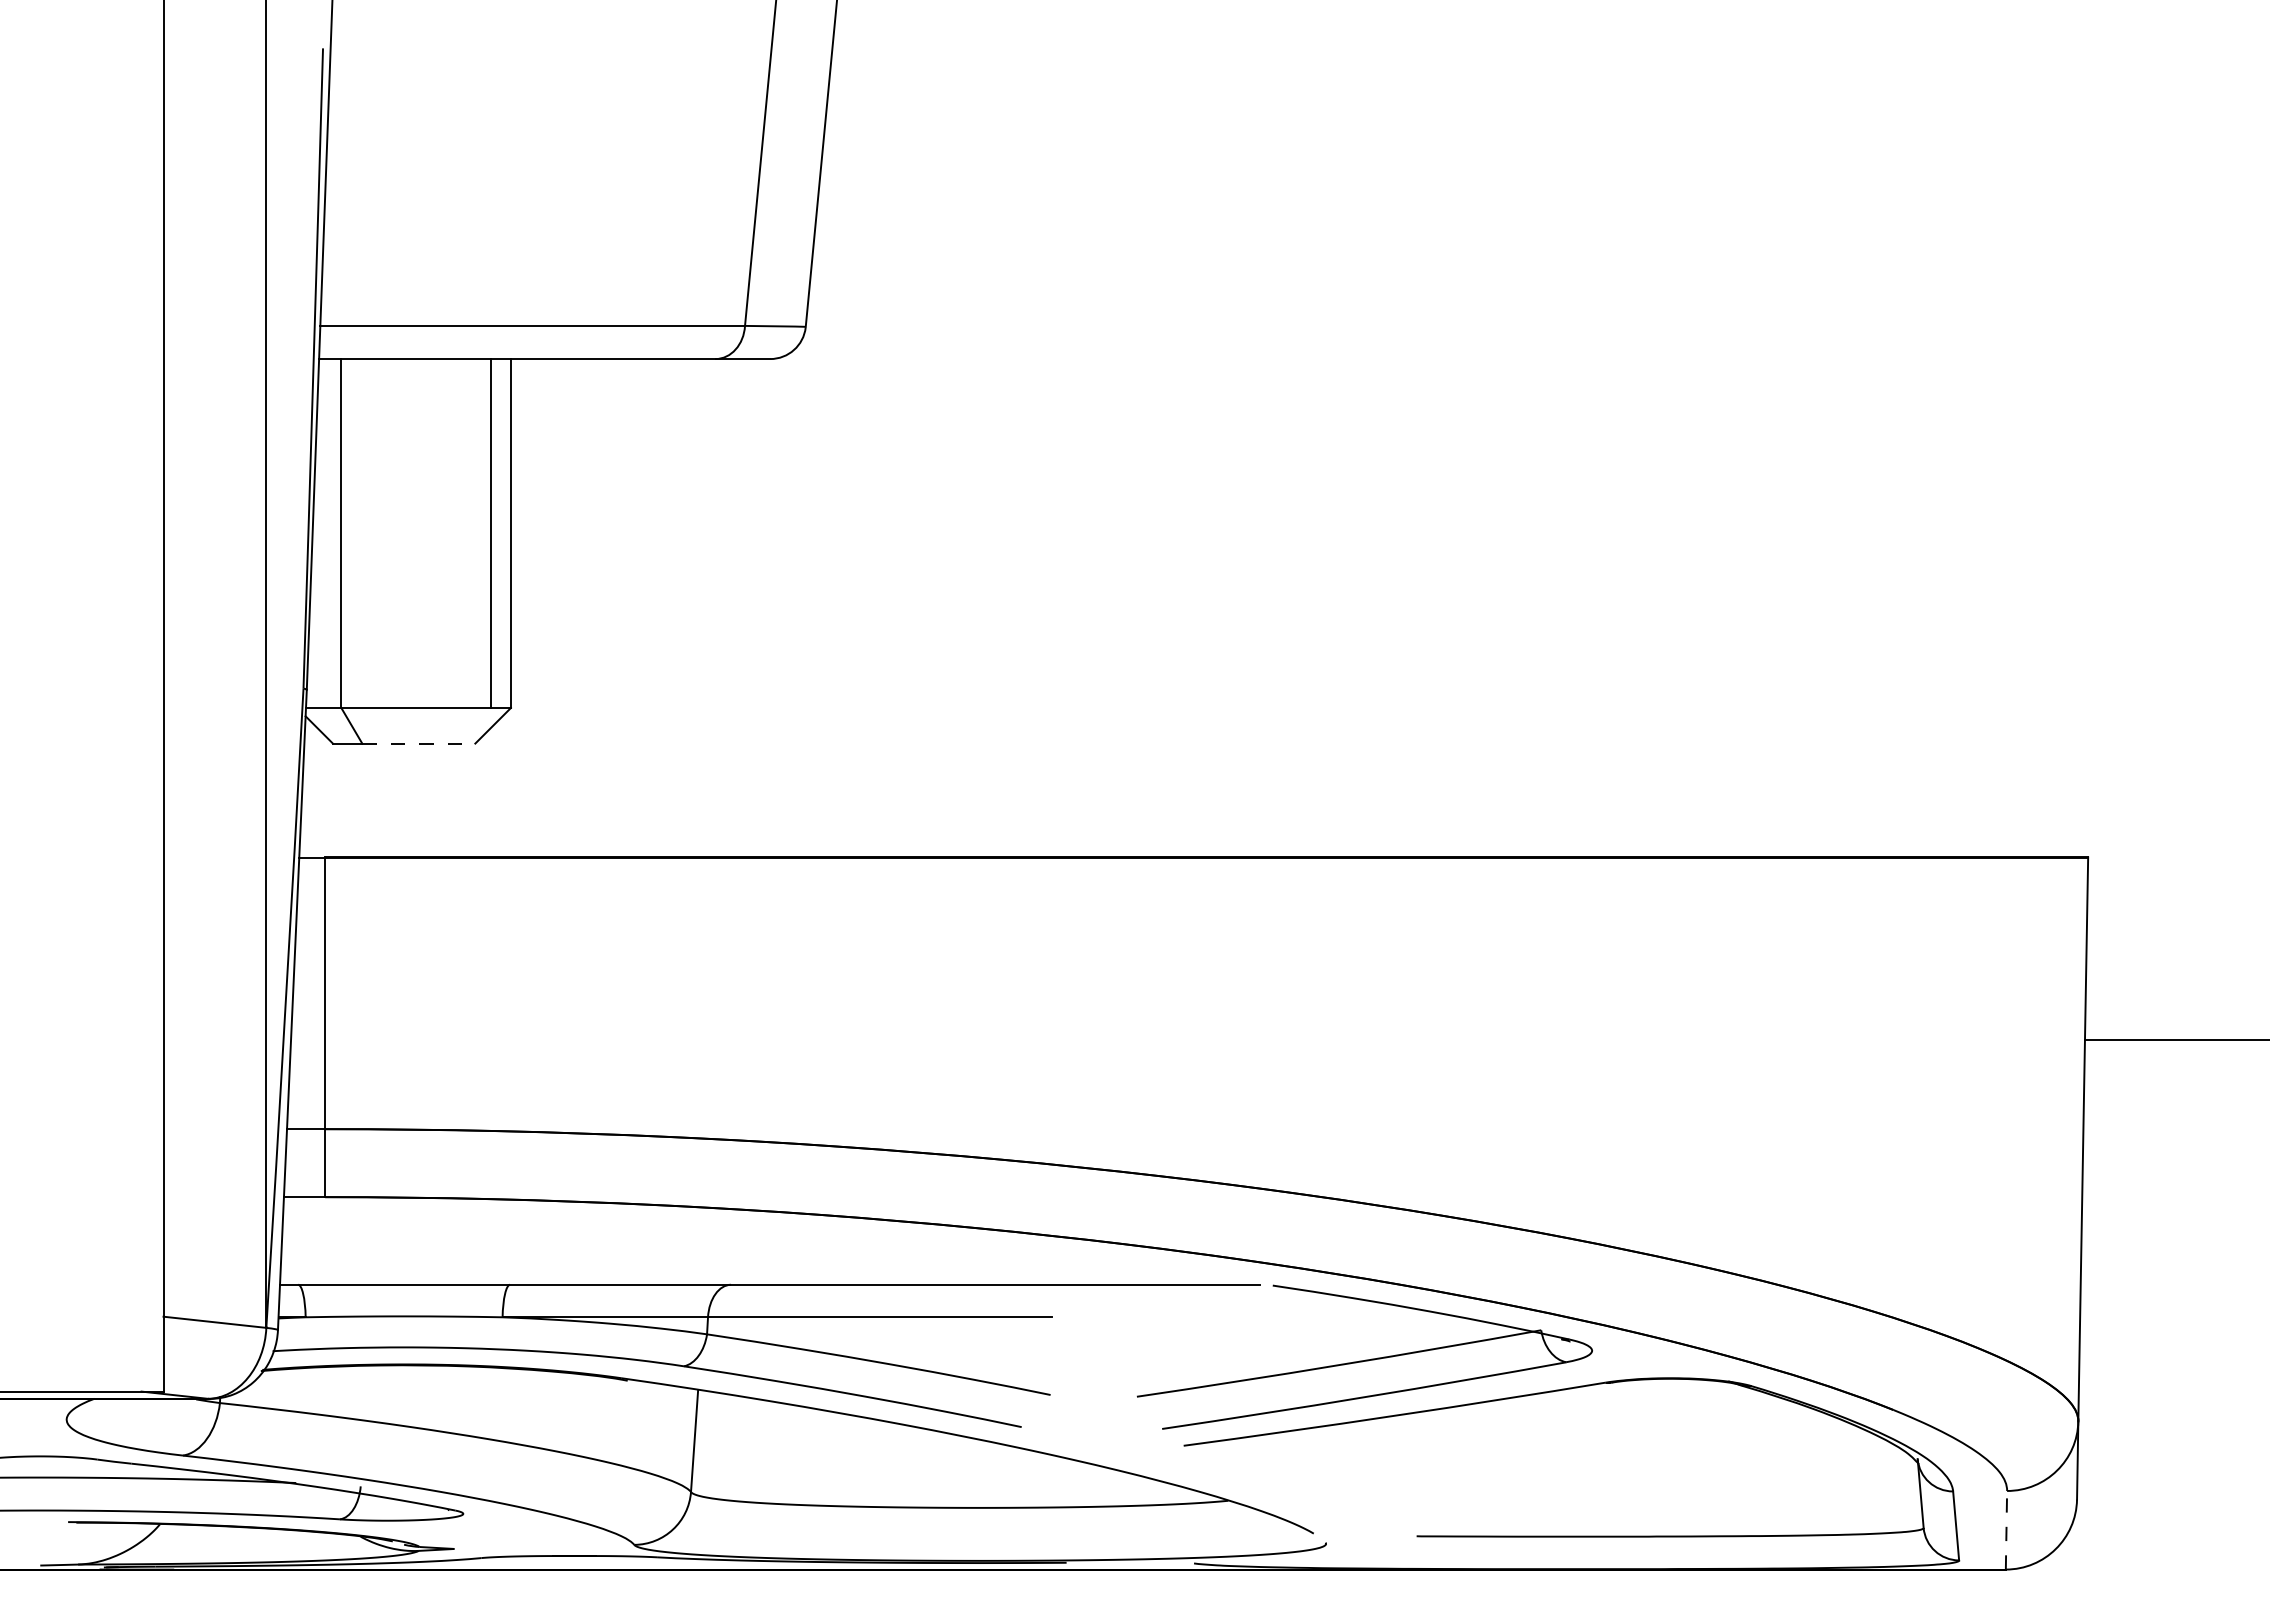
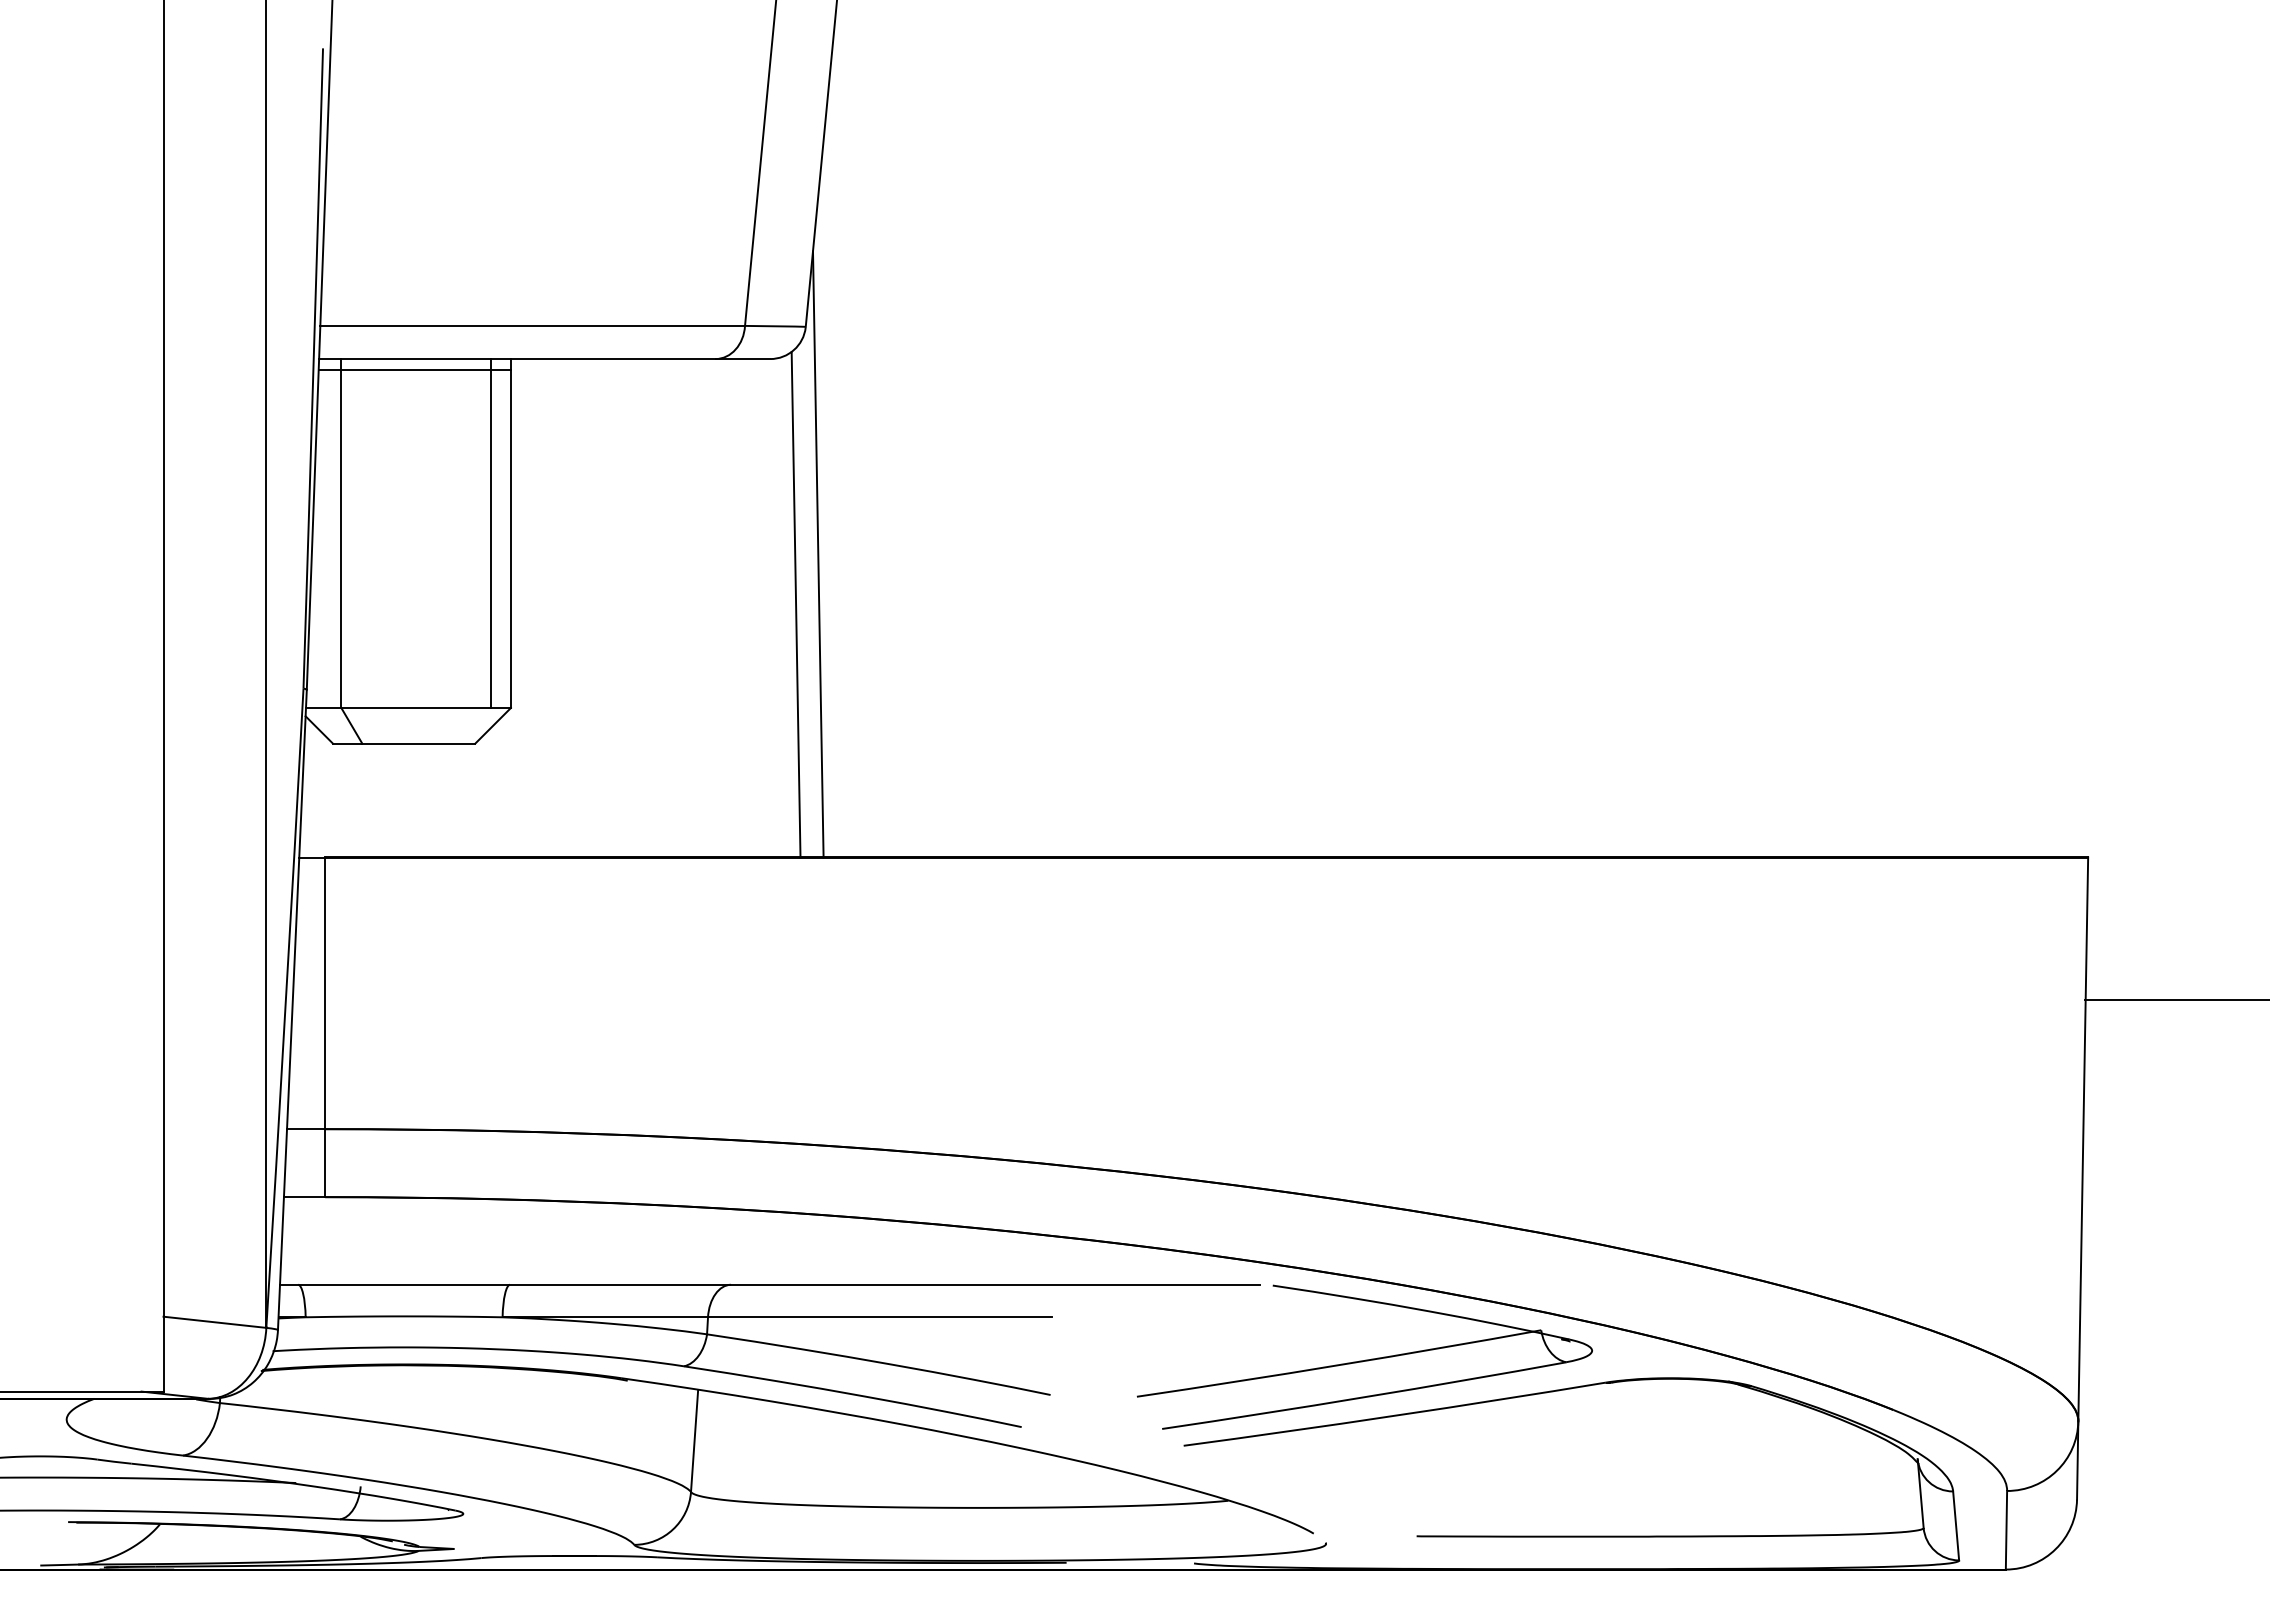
line at (414, 369): none -> present
line at (818, 554): none -> present
line at (795, 604): none -> present
line at (418, 743): dashed -> solid
line at (2175, 1039) position: (2175, 1039) -> (2175, 999)
line at (2006, 1529): dashed -> solid
